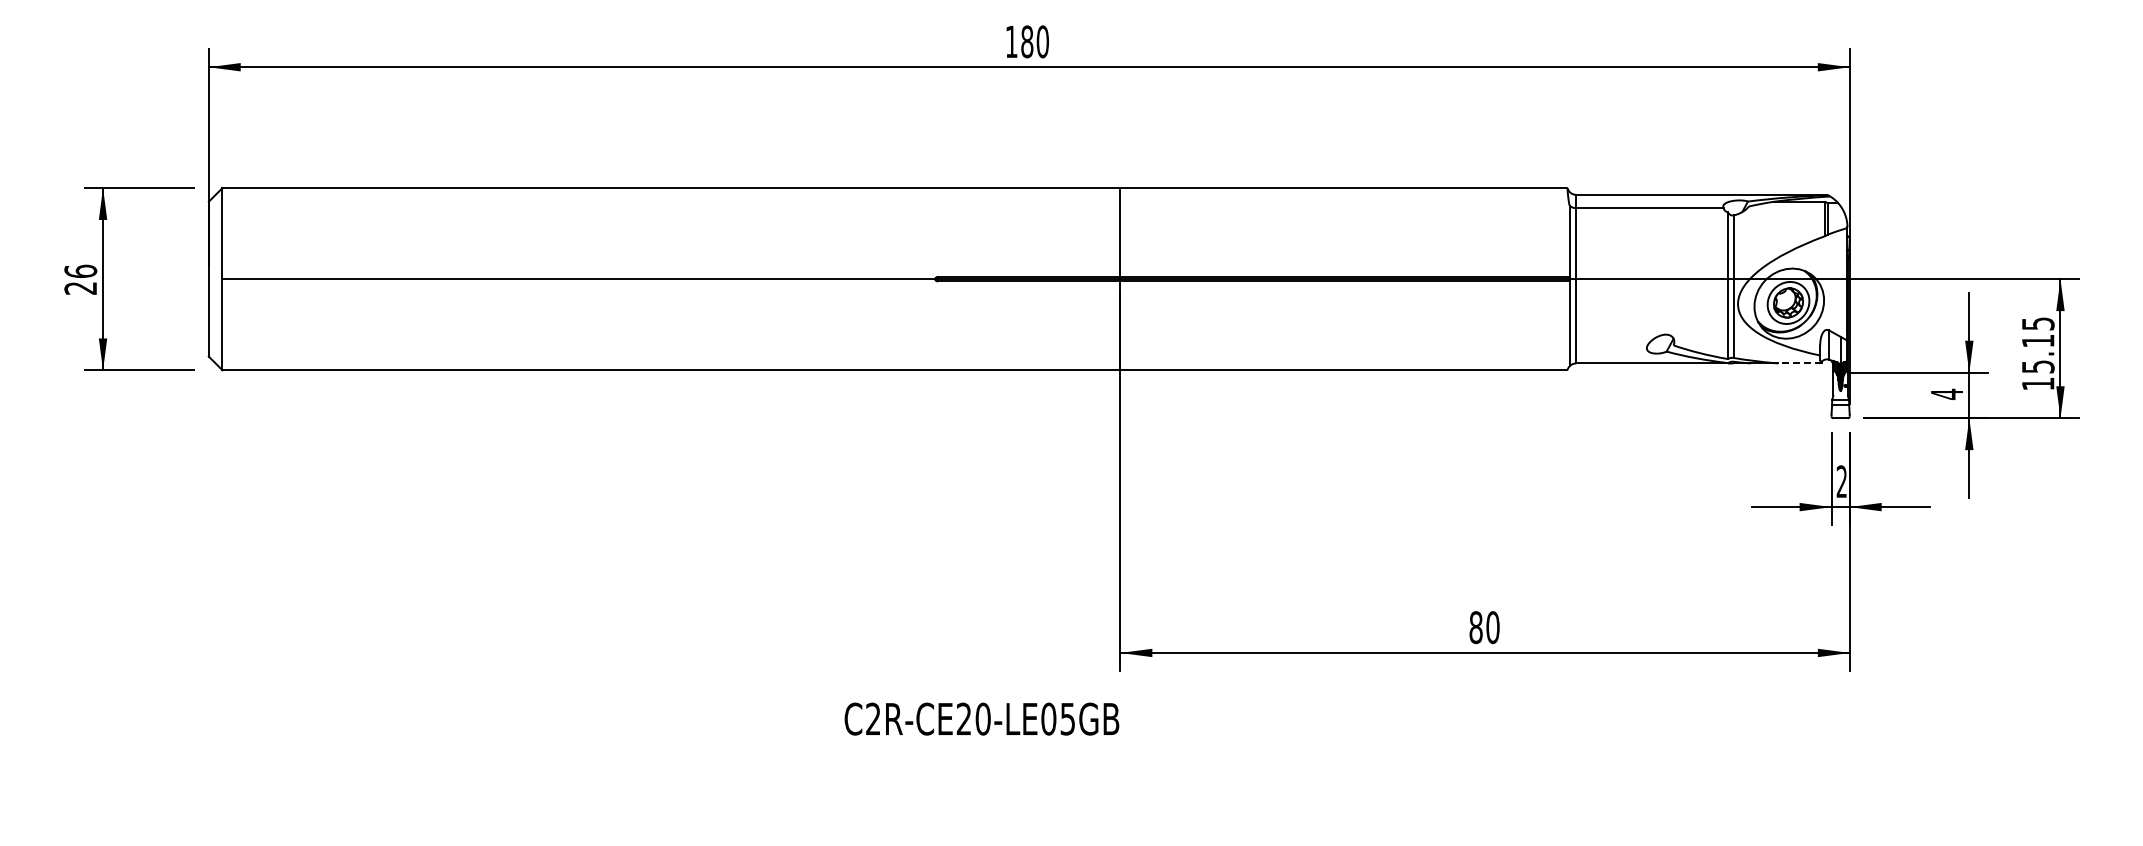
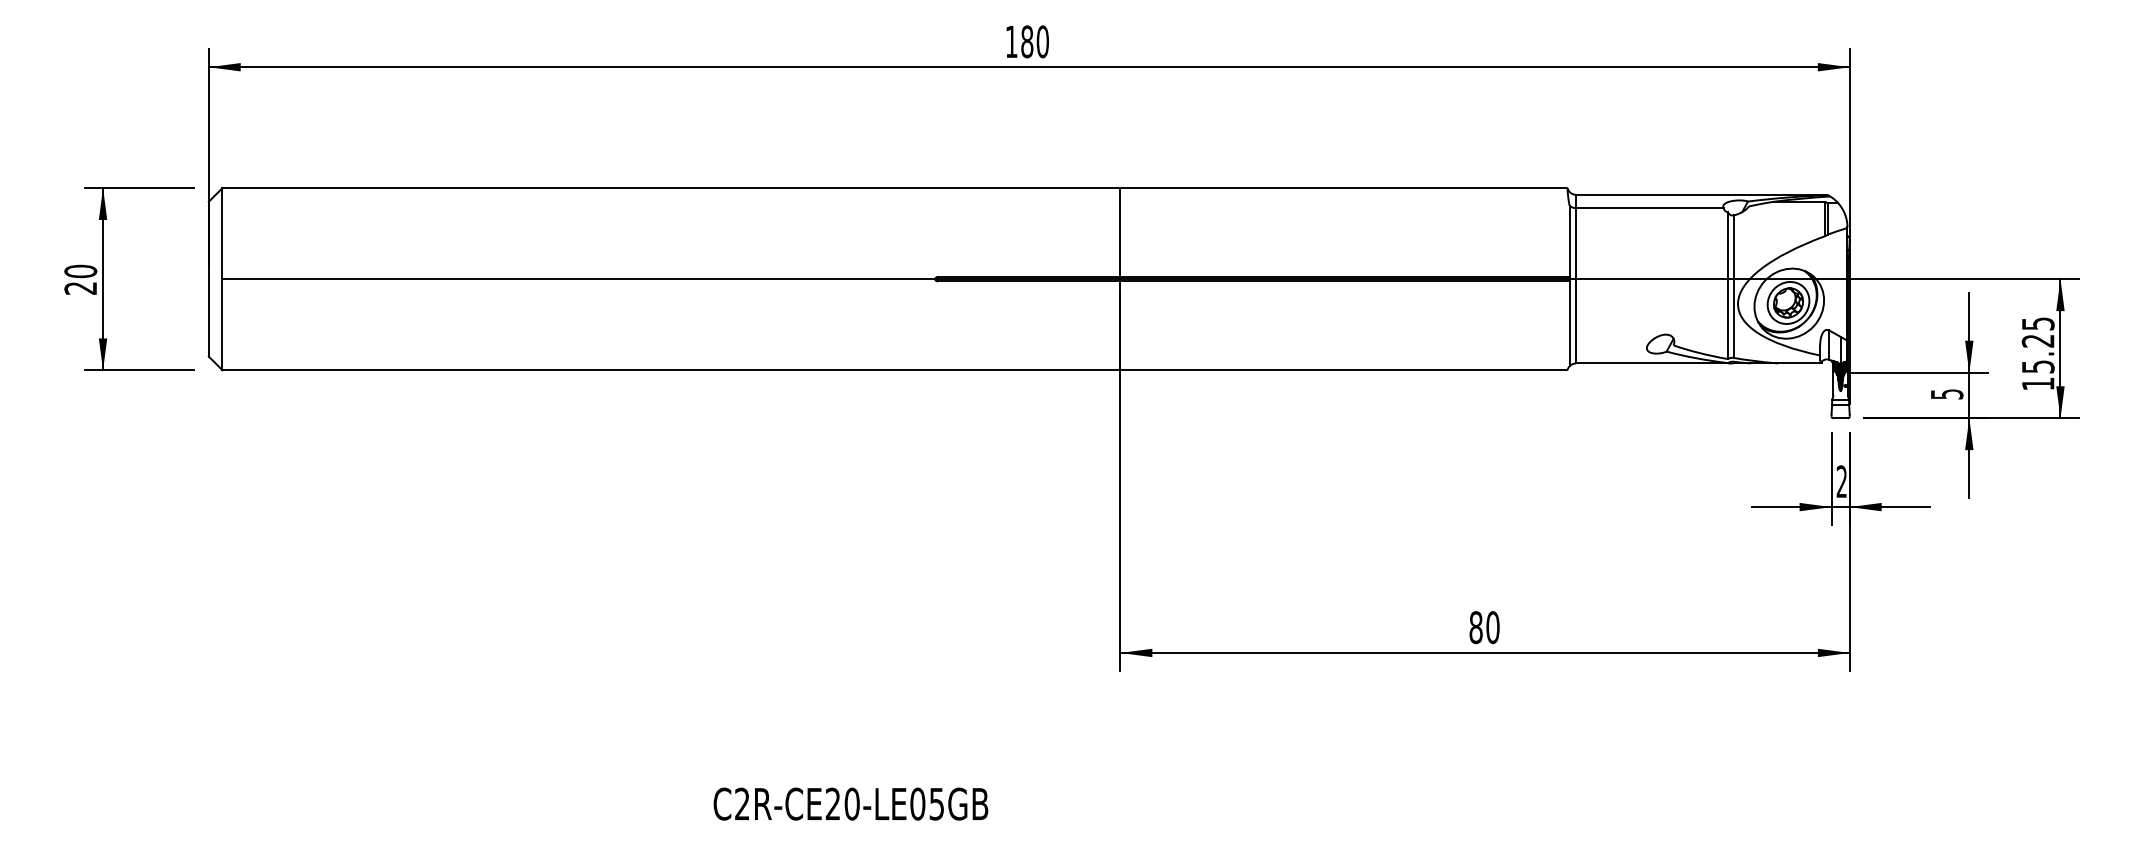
text at (80, 271): 26 -> 20
text at (2037, 341): 15.15 -> 15.25
line at (1799, 363): dashed -> solid
text at (1947, 393): 4 -> 5
text at (981, 718) position: (981, 718) -> (850, 803)
